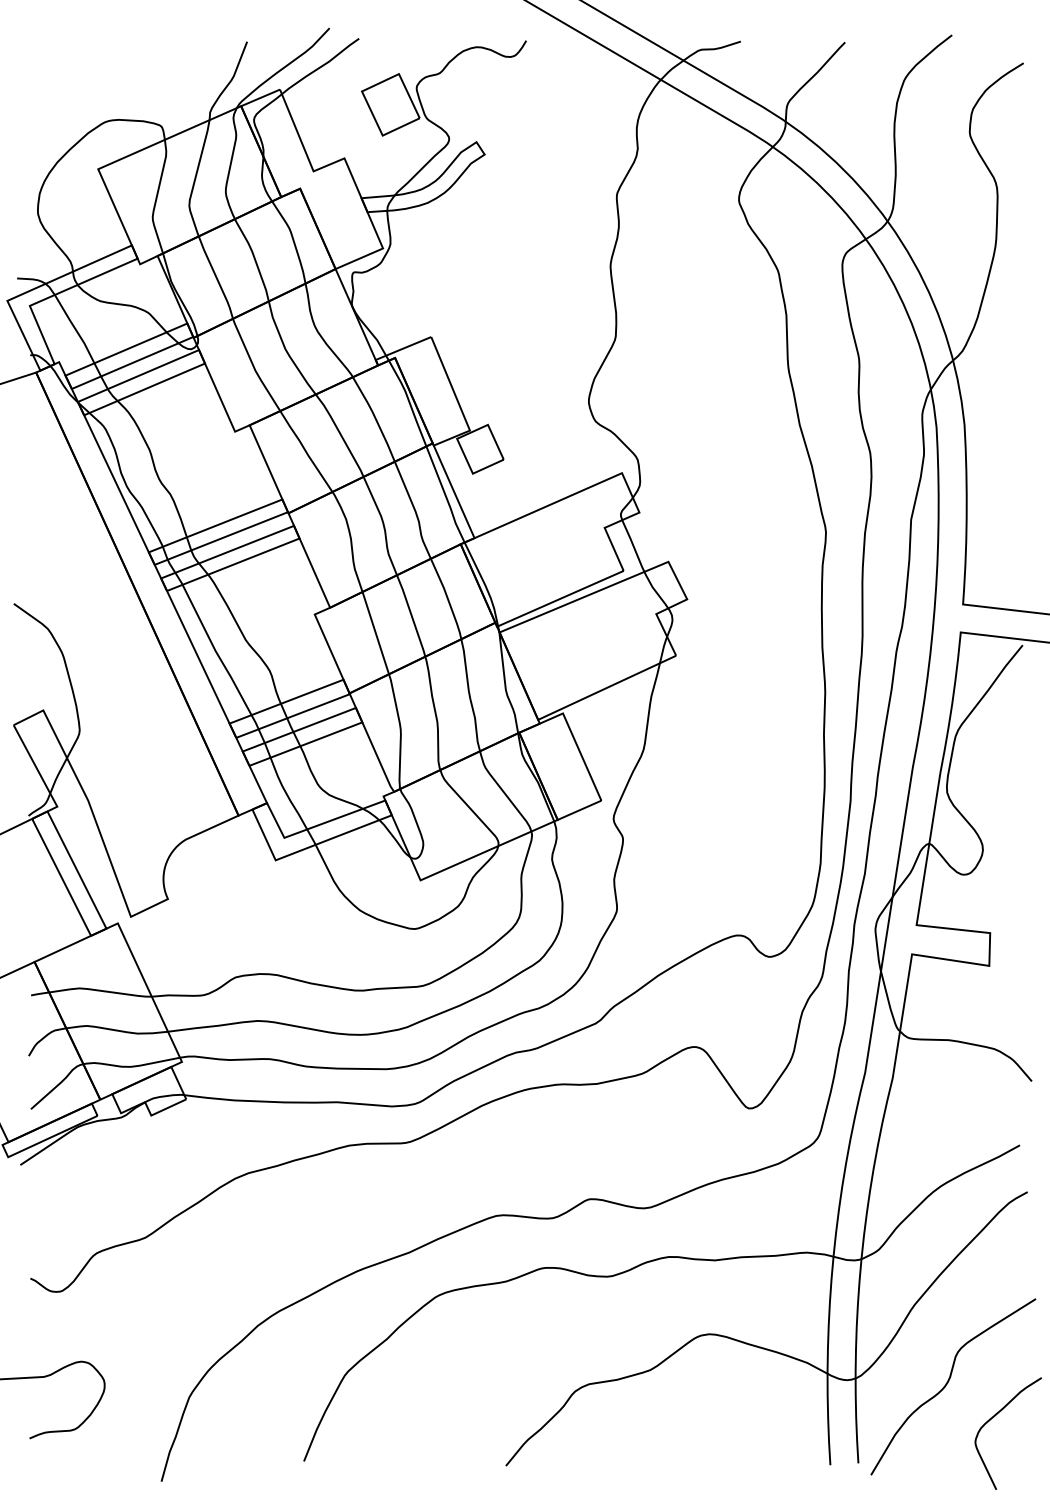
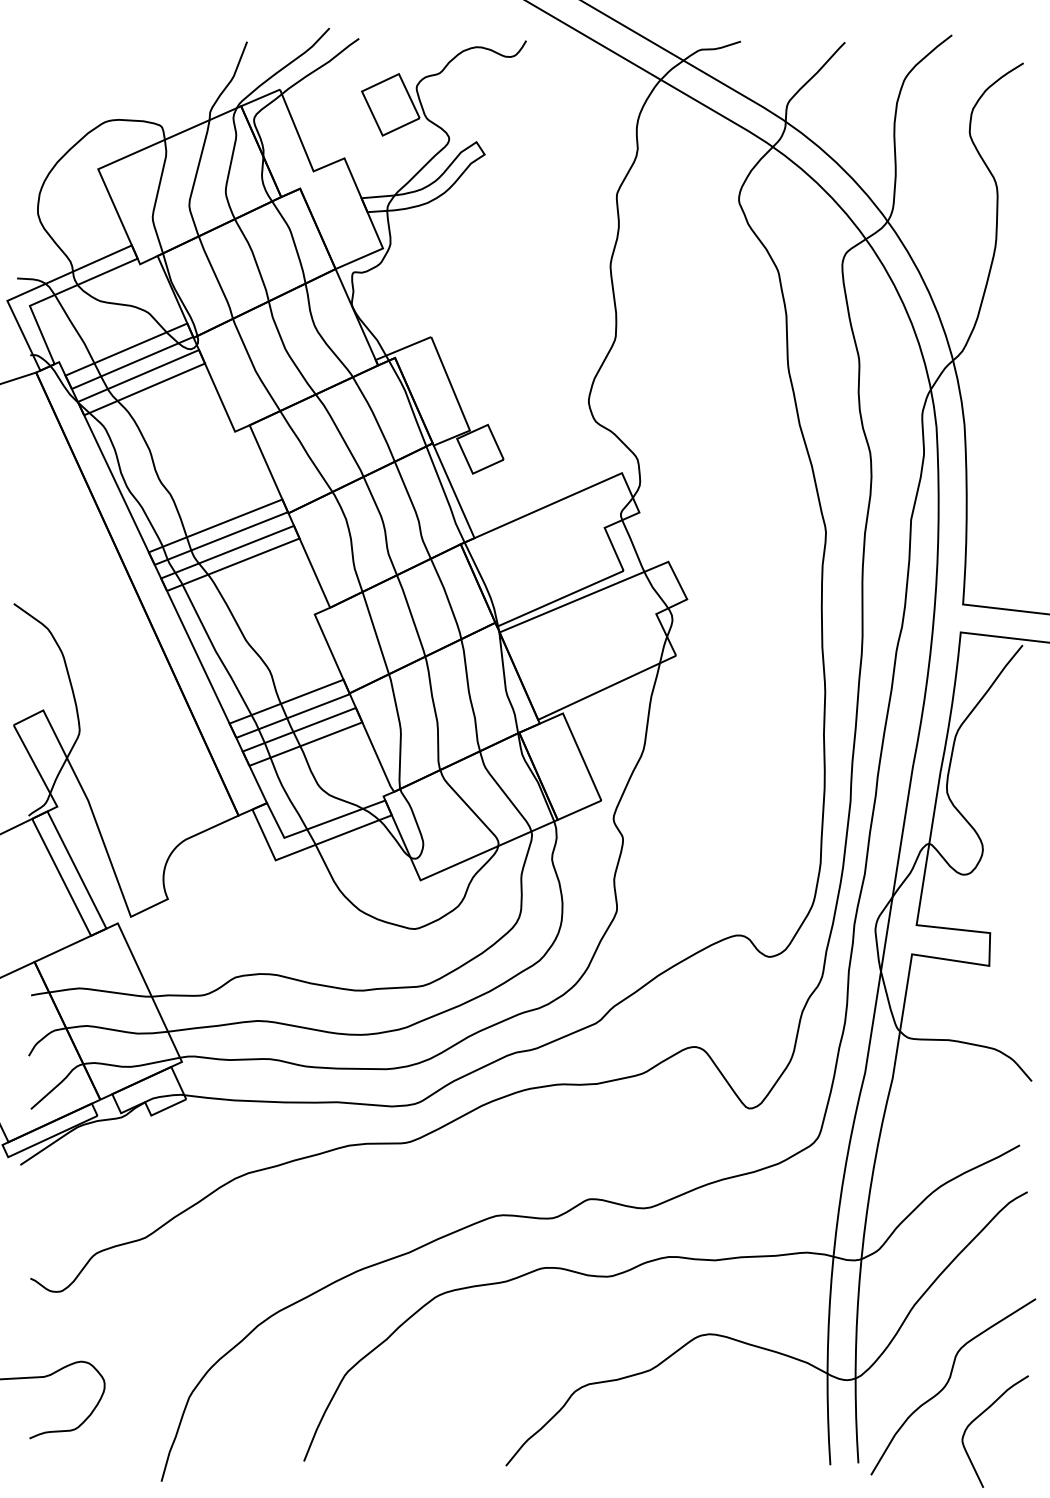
curve at (994, 1417) position: (994, 1417) -> (981, 1415)
